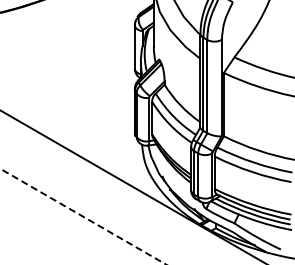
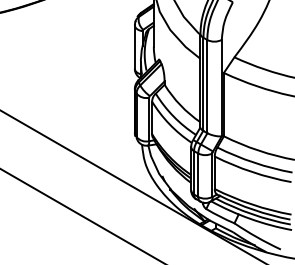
line at (83, 217): dashed -> solid
